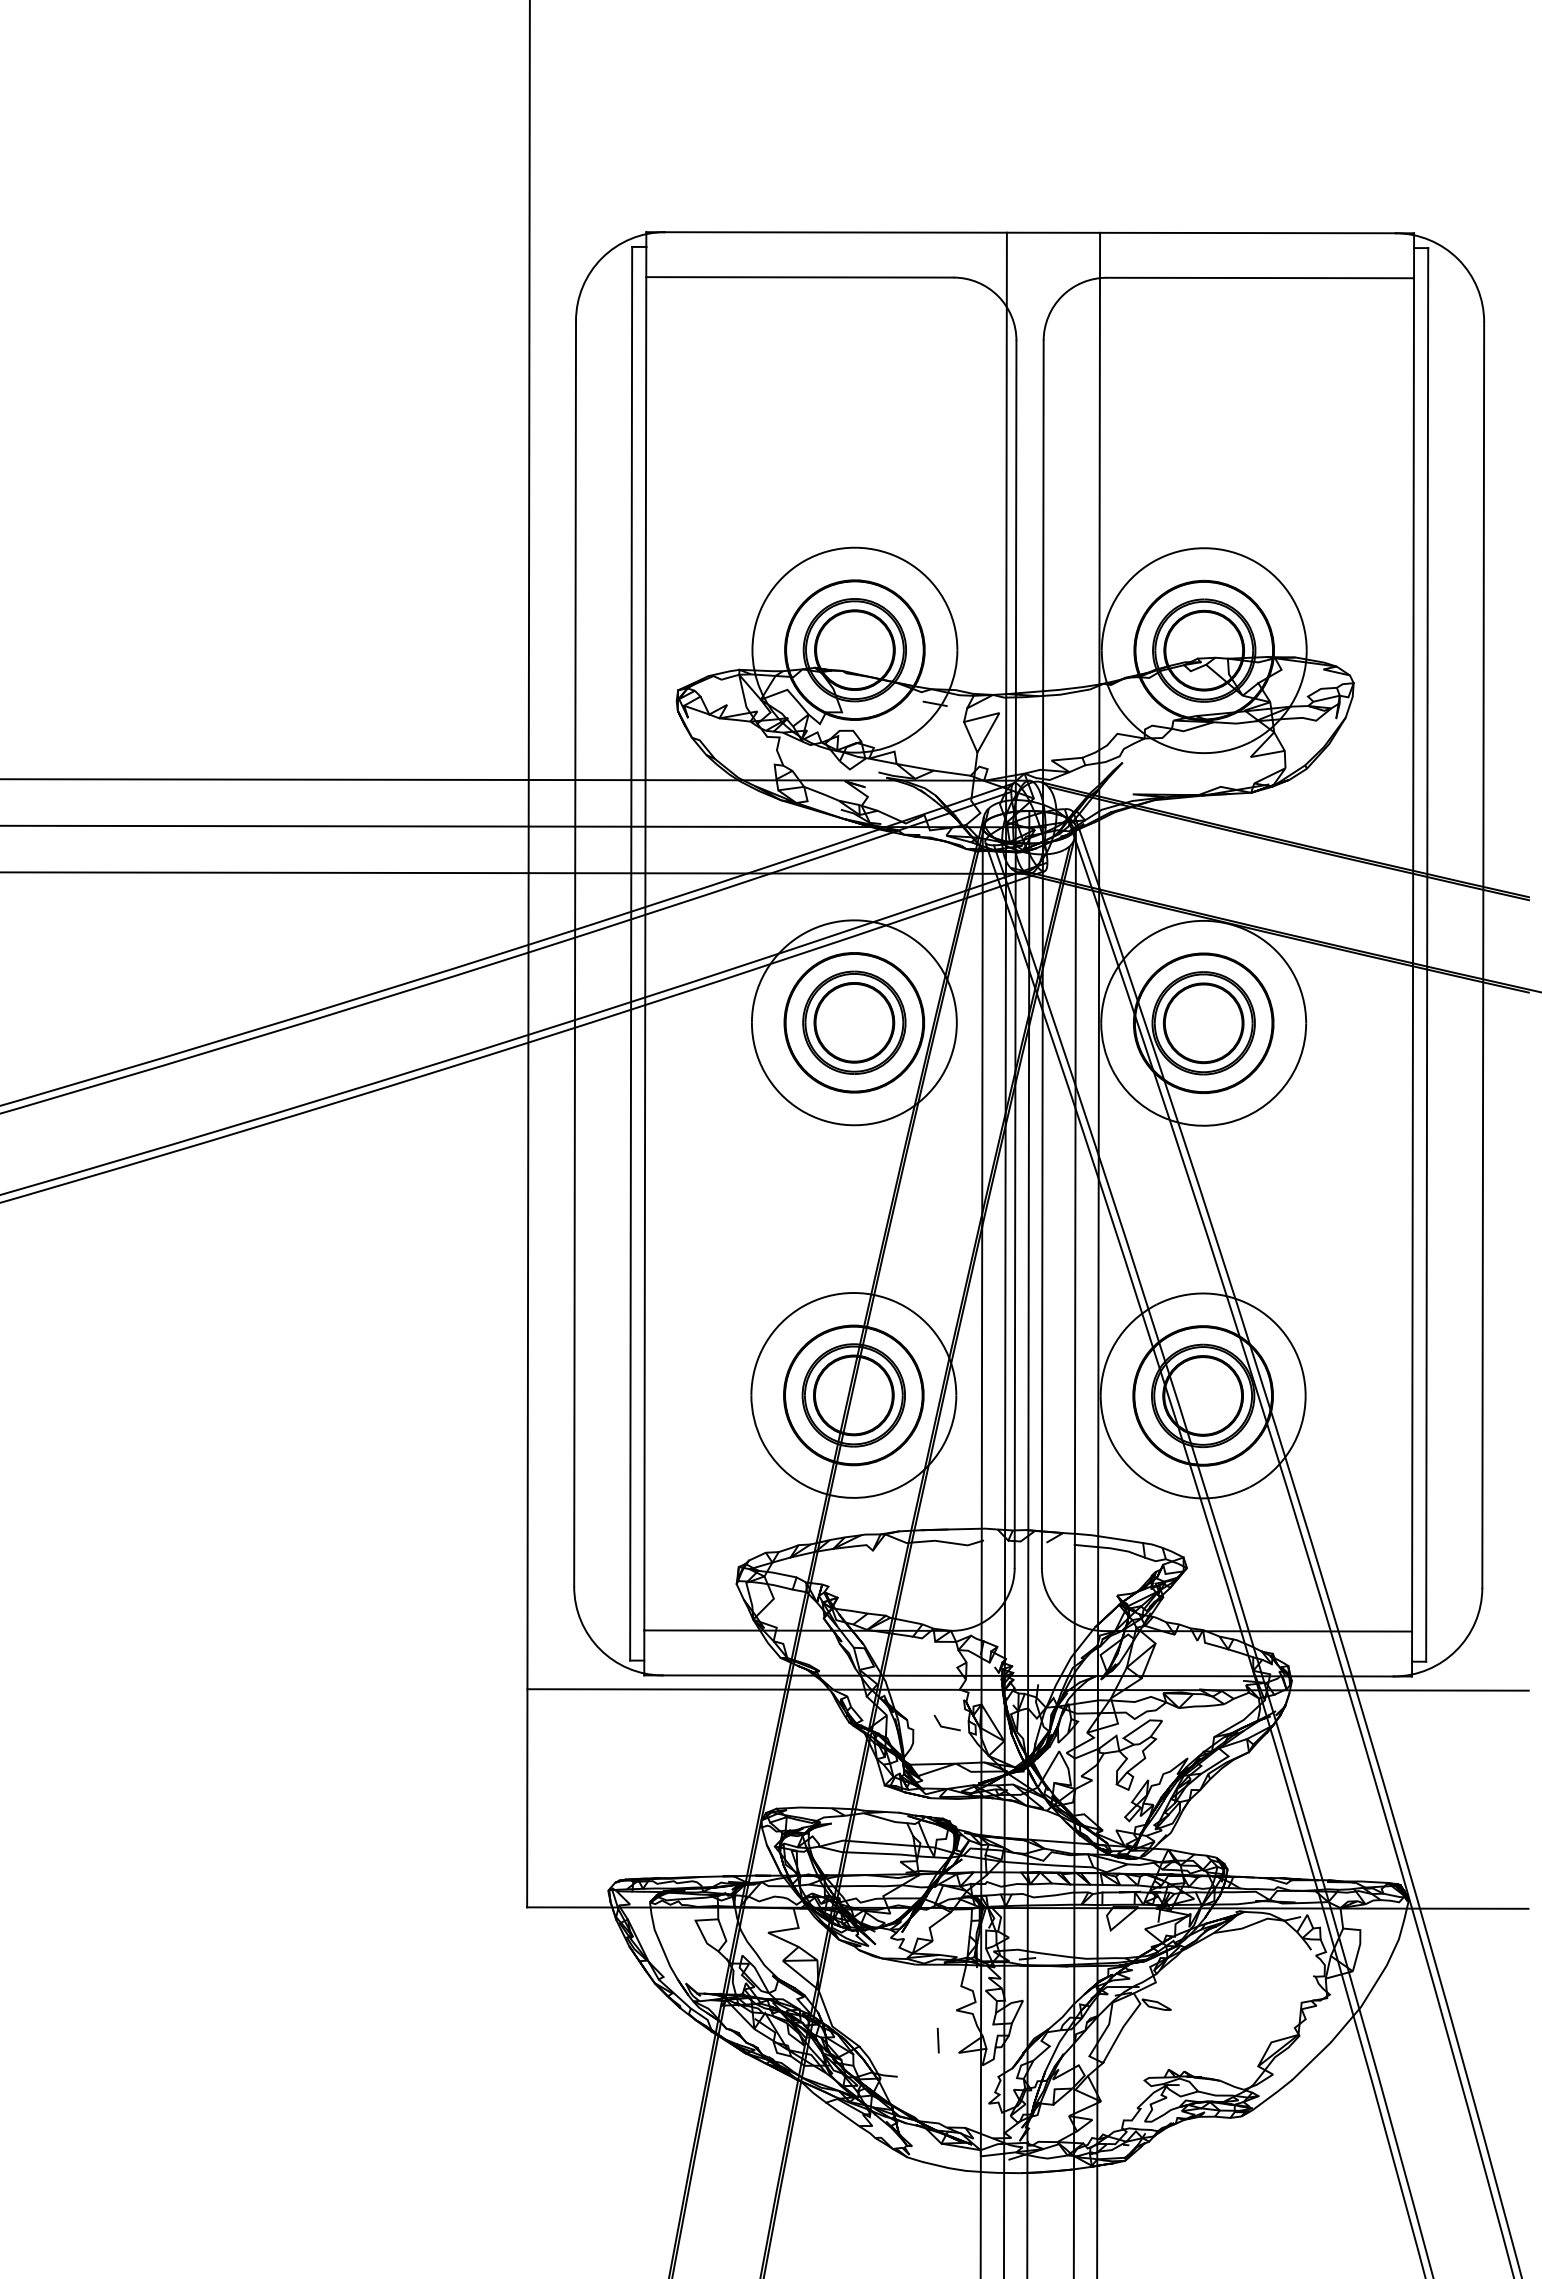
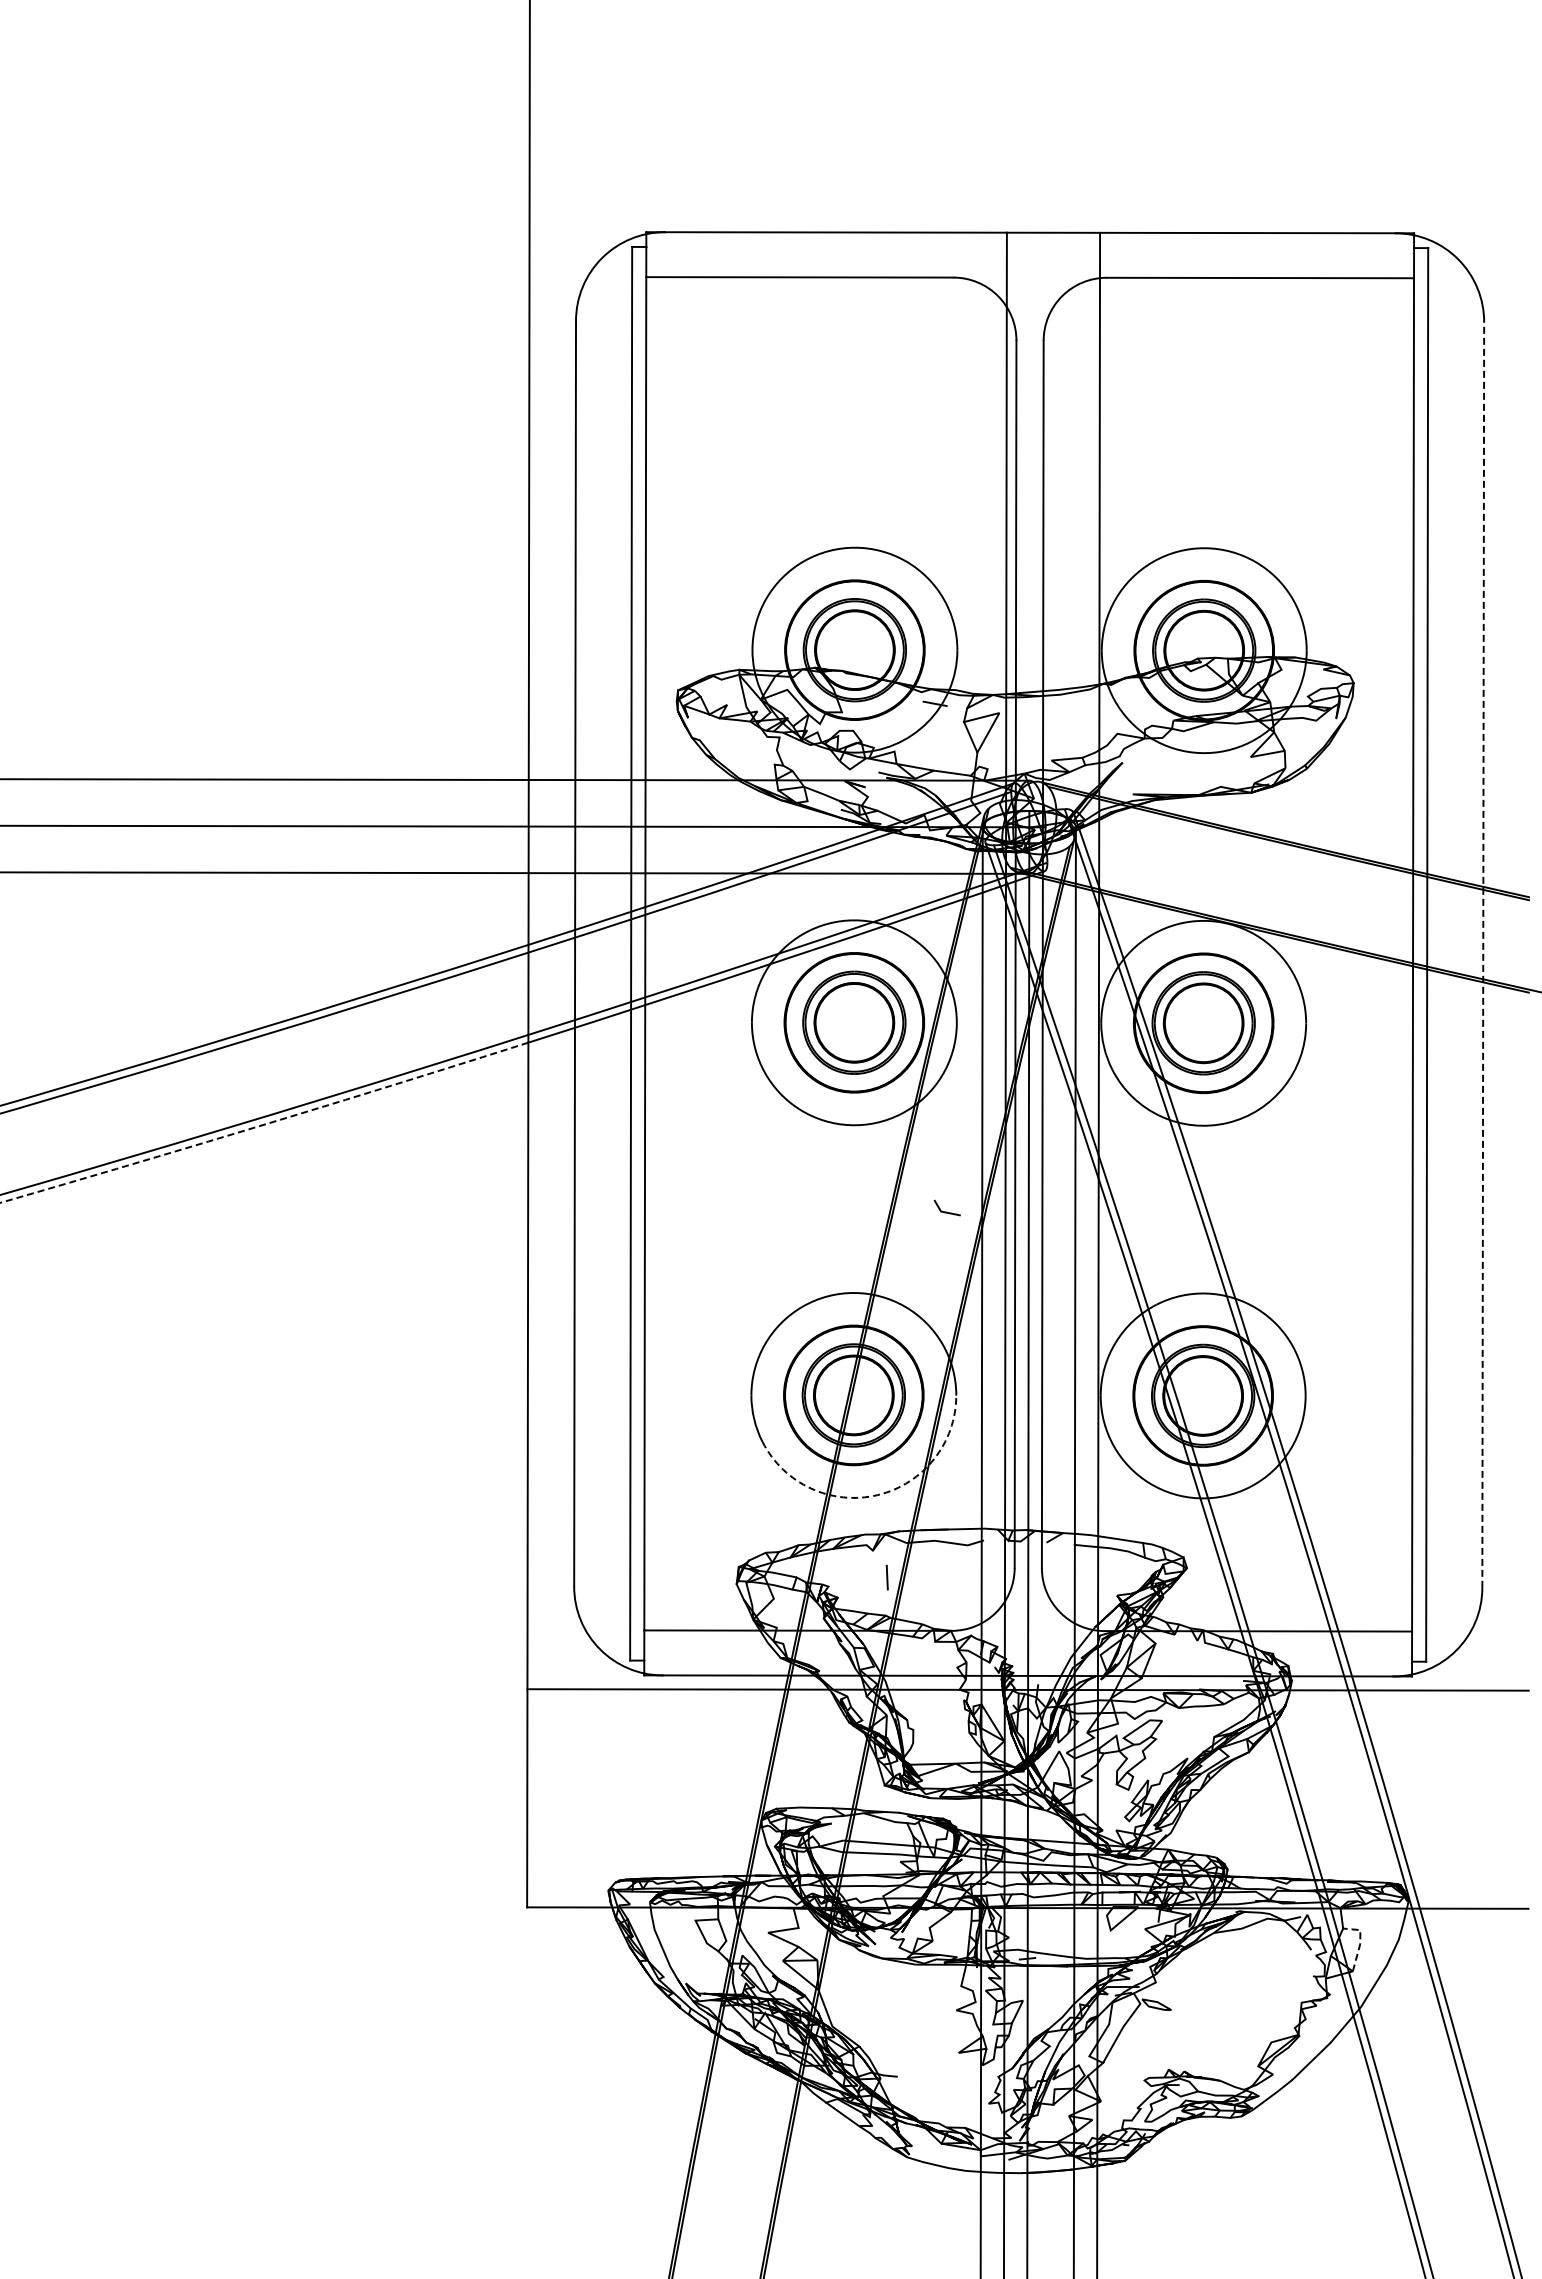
line at (1483, 954): solid -> dashed
arc at (264, 1124): solid -> dashed
arc at (877, 1495): solid -> dashed
line at (946, 1726) position: (946, 1726) -> (946, 1211)
line at (1360, 1942): solid -> dashed
line at (937, 2040) position: (937, 2040) -> (886, 1577)
